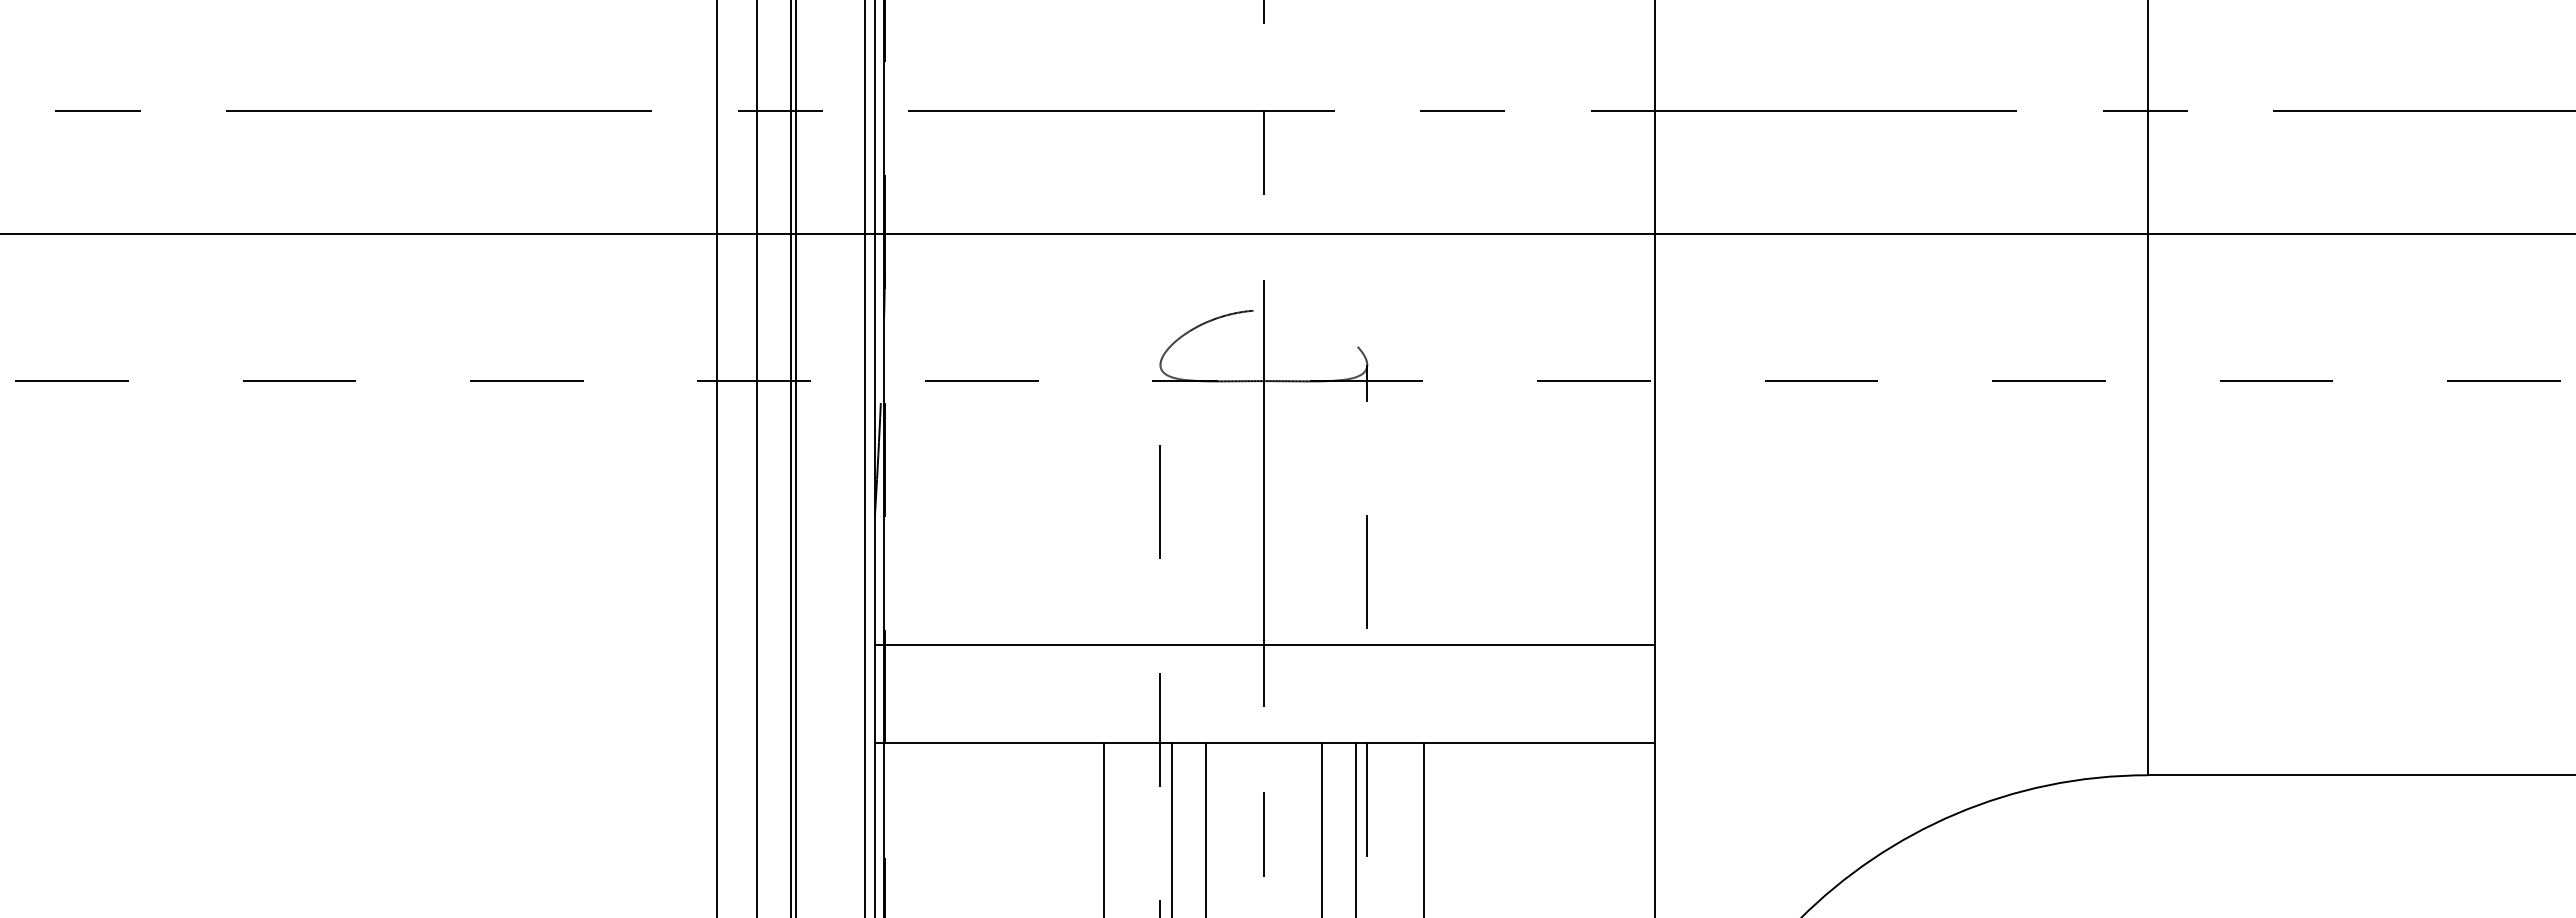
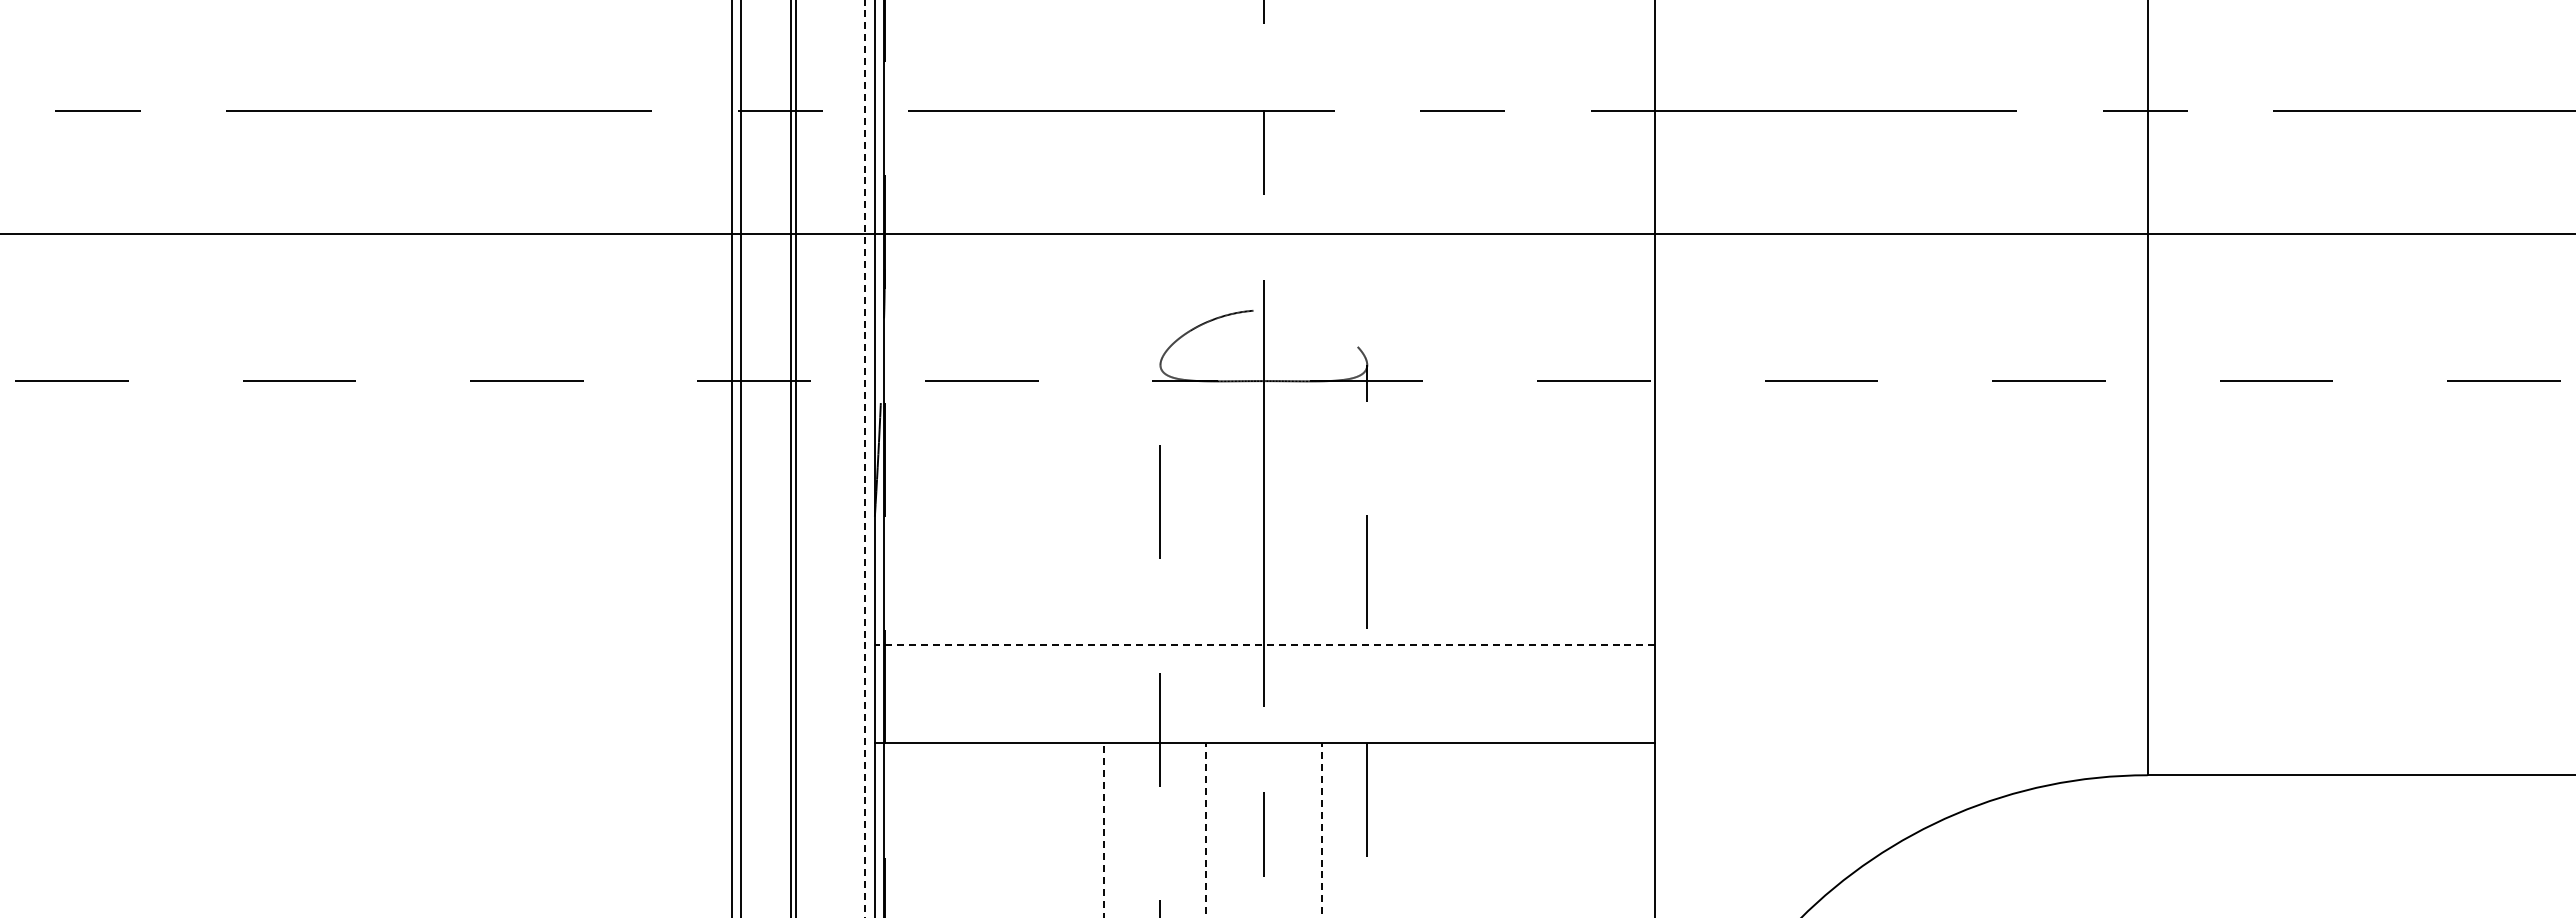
line at (717, 458) position: (717, 458) -> (741, 458)
line at (756, 458) position: (756, 458) -> (731, 458)
line at (865, 459): solid -> dashed
line at (1264, 644): solid -> dashed
line at (1171, 828): present -> none
line at (1356, 828): present -> none
line at (1423, 828): present -> none
line at (1103, 830): solid -> dashed
line at (1206, 830): solid -> dashed
line at (1321, 830): solid -> dashed
